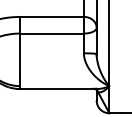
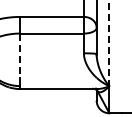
line at (109, 43): solid -> dashed
line at (20, 56): solid -> dashed
